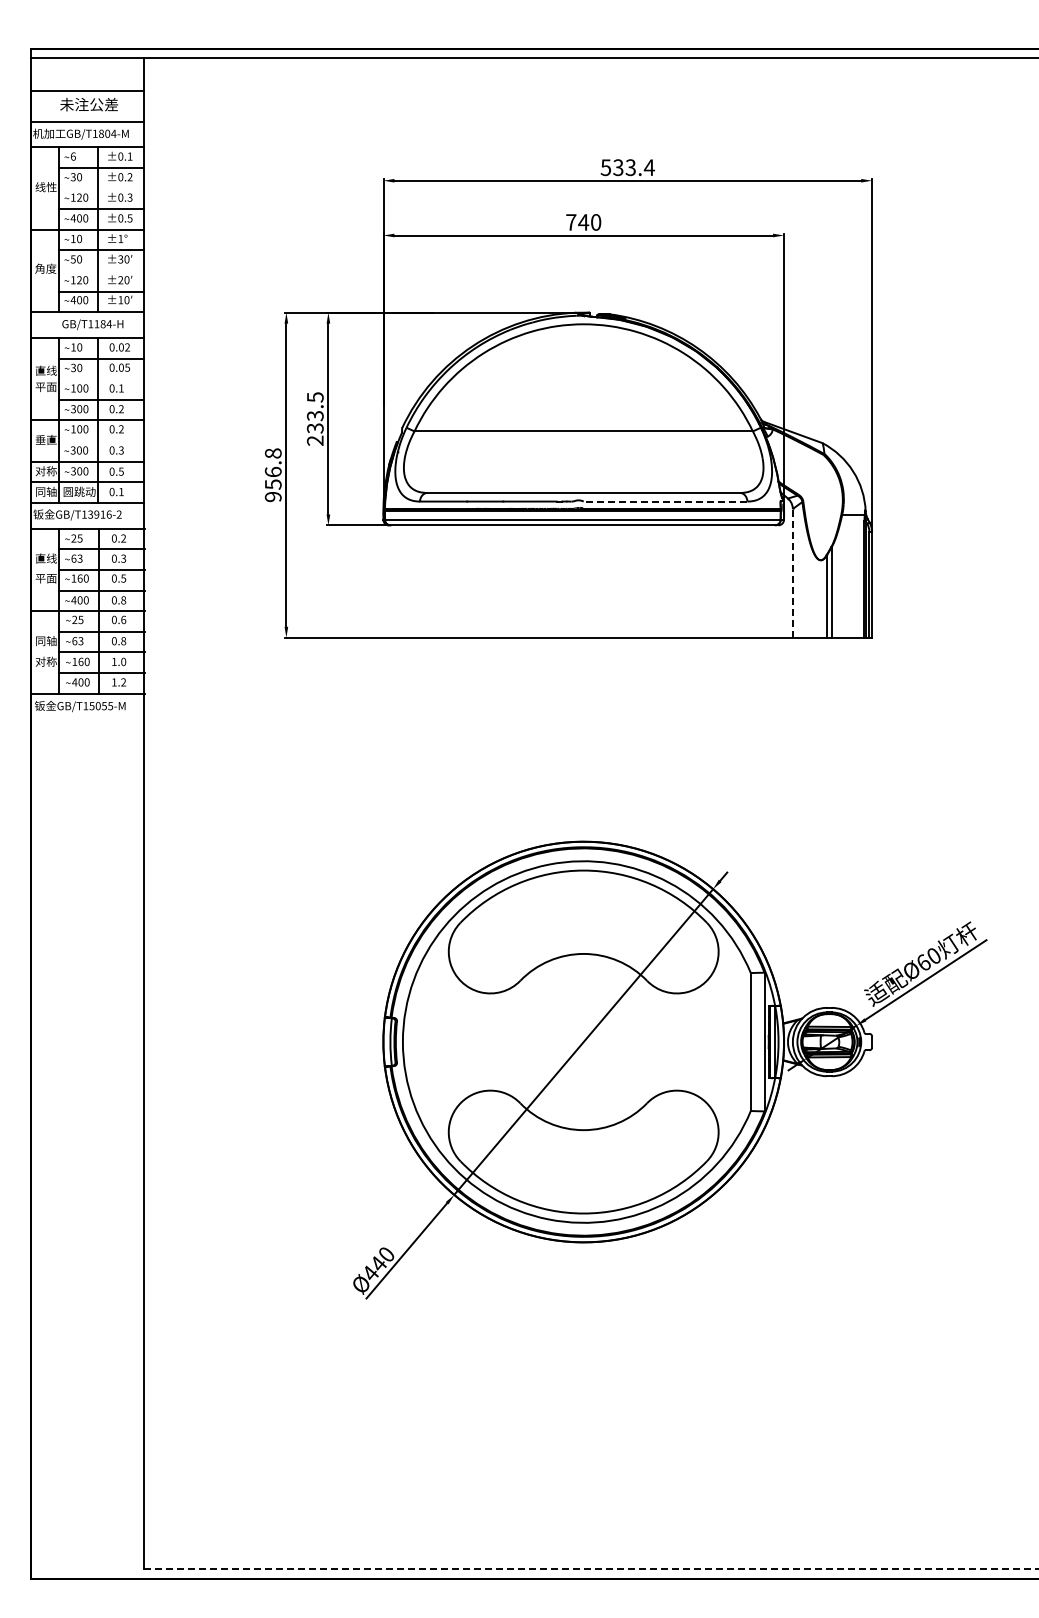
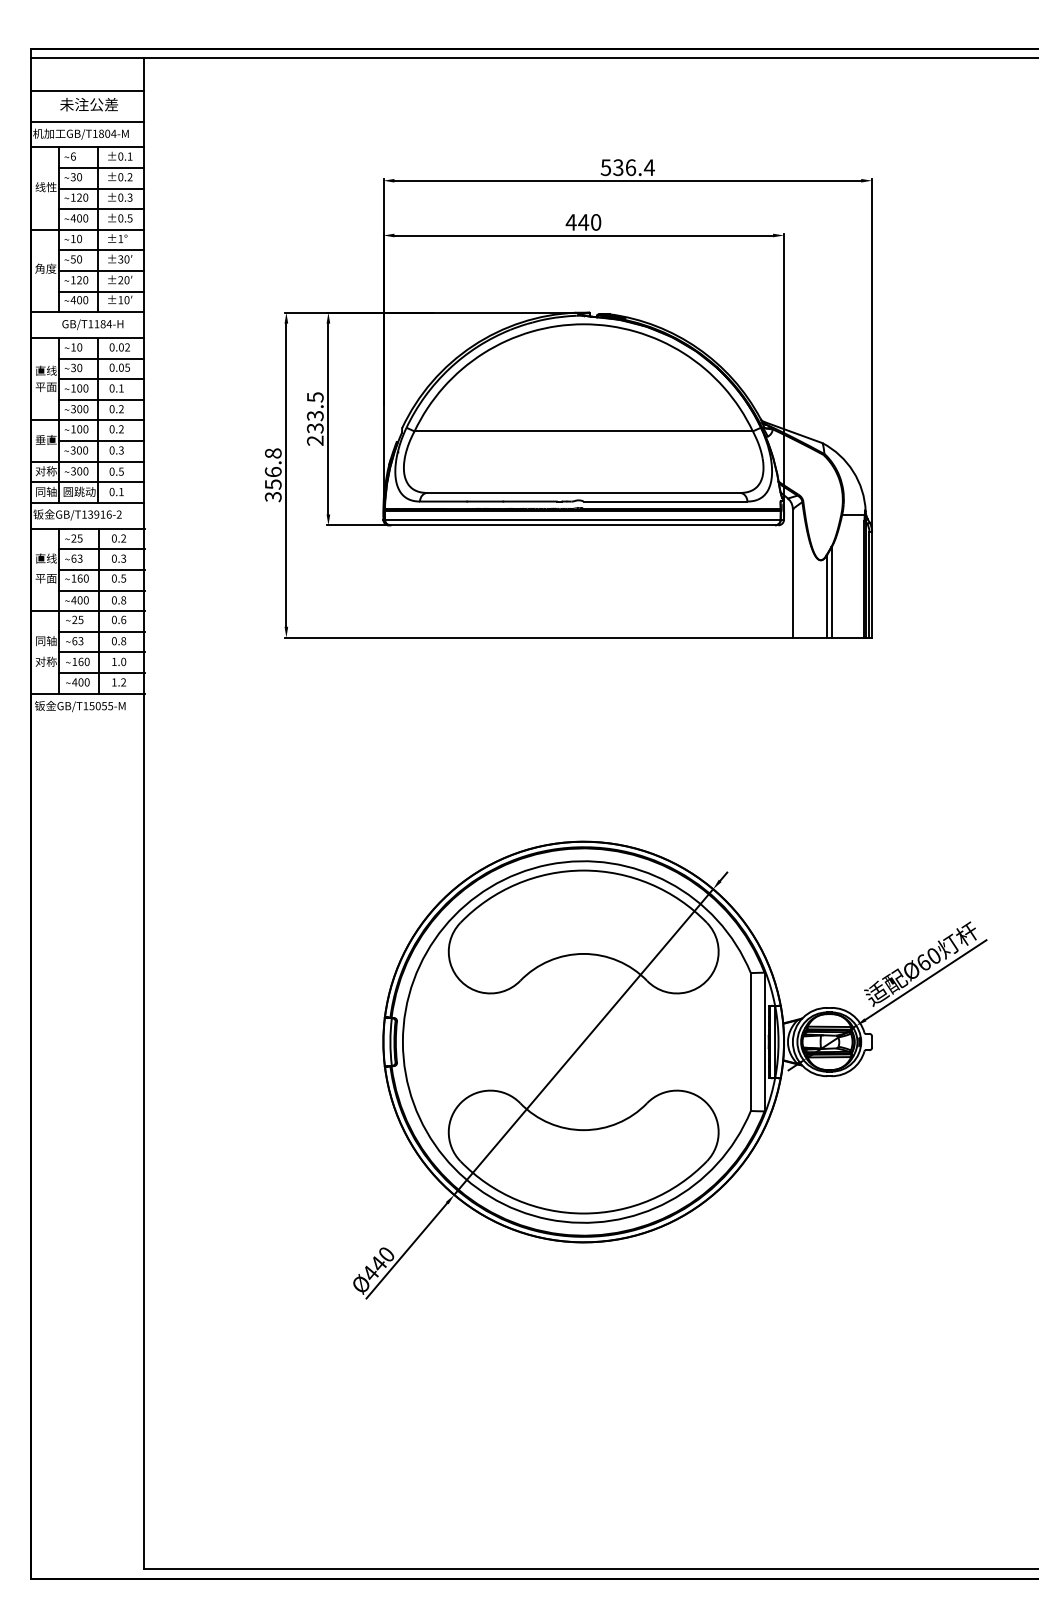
text at (630, 167): 533.4 -> 536.4
line at (101, 188): none -> present
text at (570, 222): 740 -> 440
line at (101, 271): none -> present
line at (101, 379): none -> present
line at (101, 441): none -> present
text at (273, 497): 956.8 -> 356.8
line at (665, 501): dashed -> solid
line at (792, 572): dashed -> solid
line at (591, 1569): dashed -> solid
